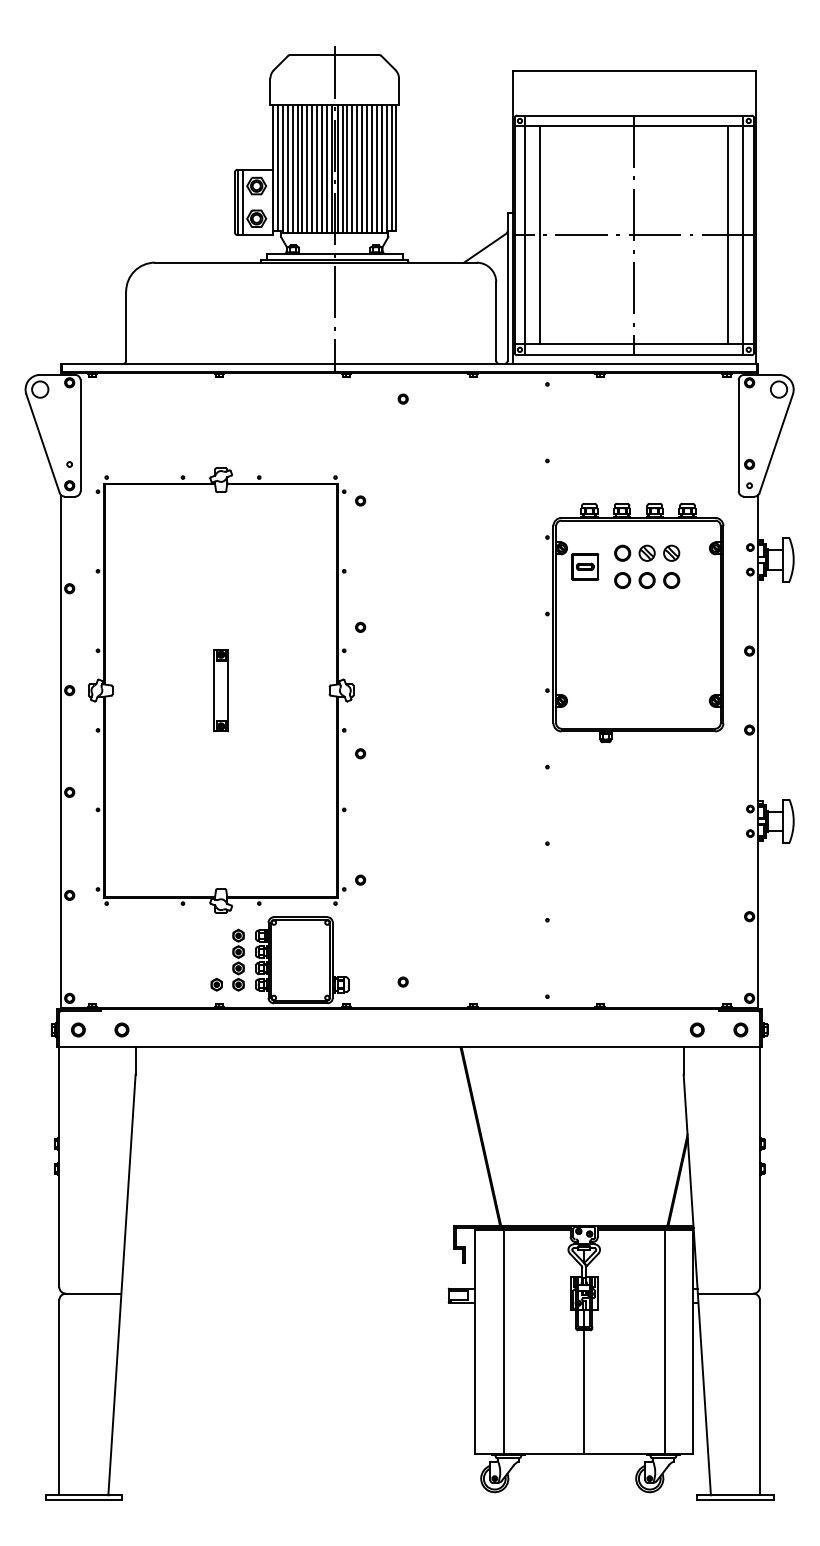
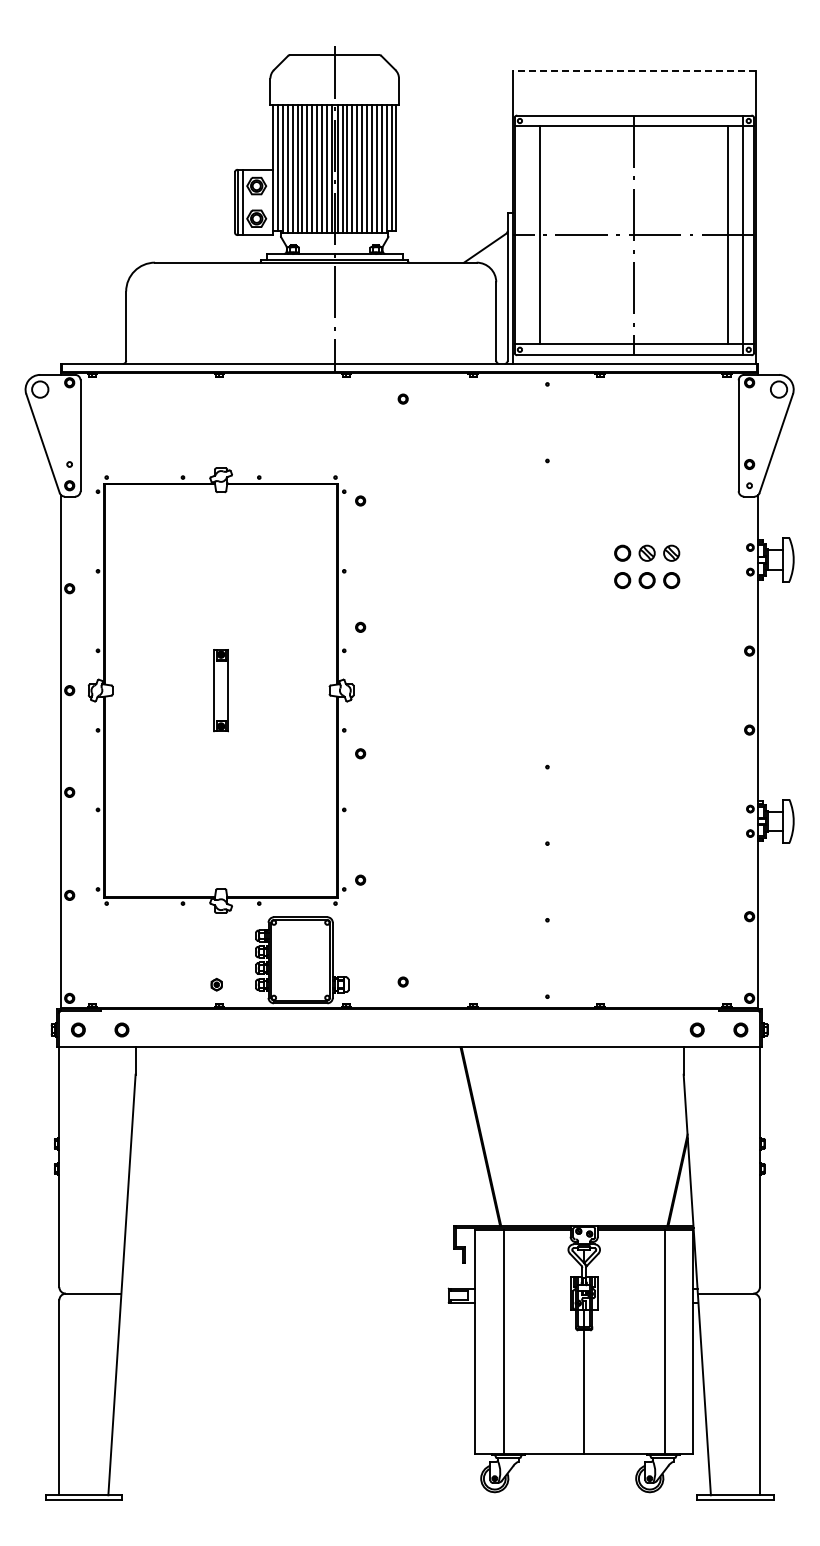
line at (633, 70): solid -> dashed
line at (525, 235): present -> none
part at (634, 622): present -> none
part at (238, 959): present -> none
